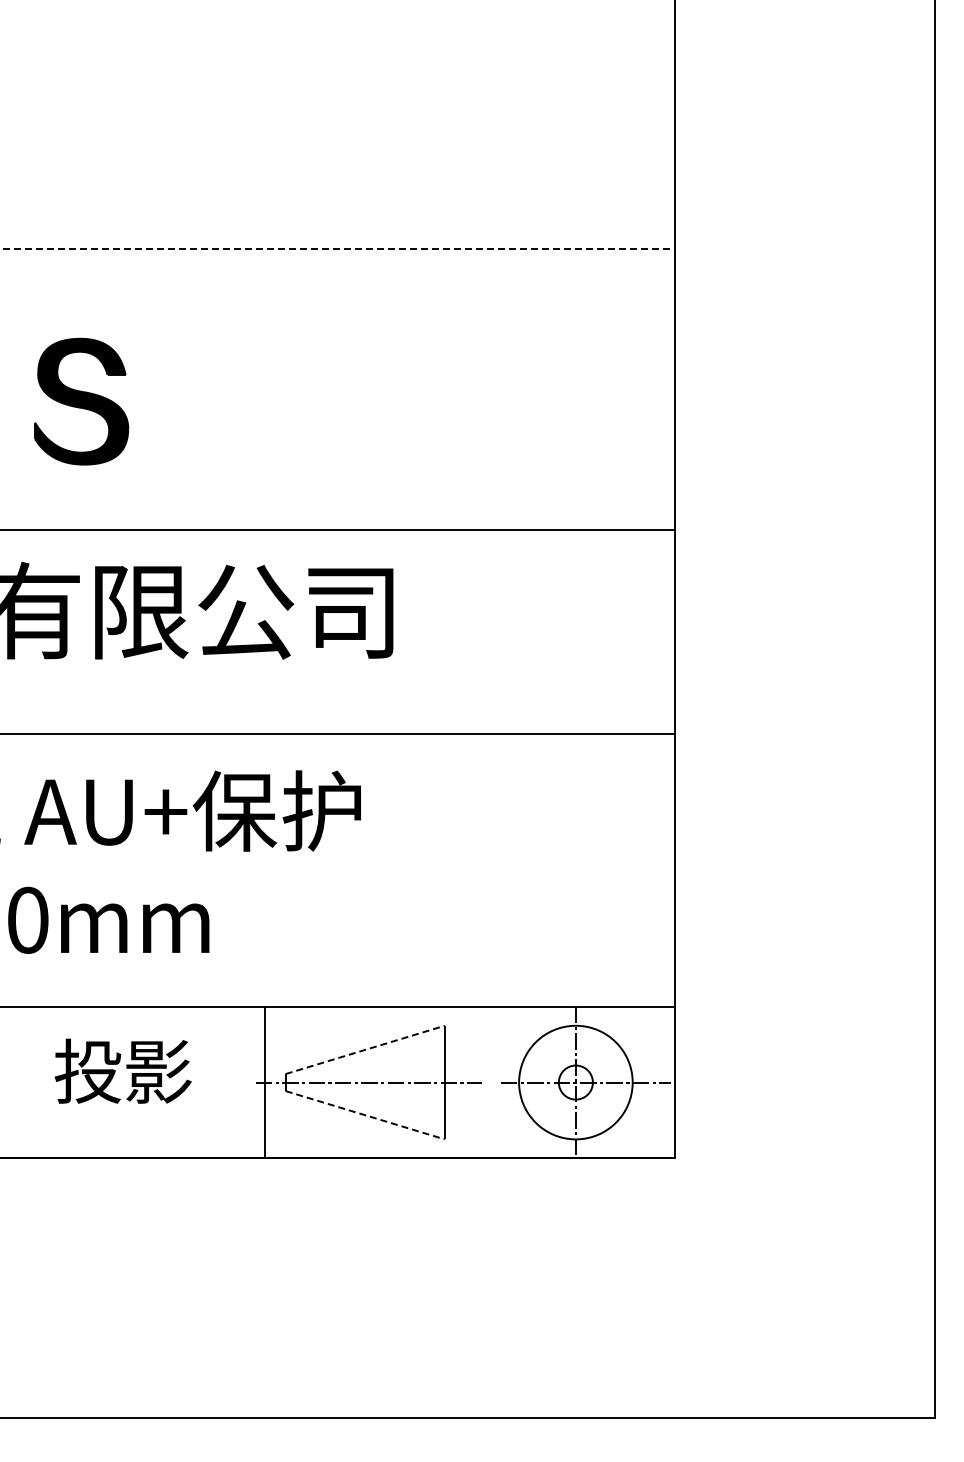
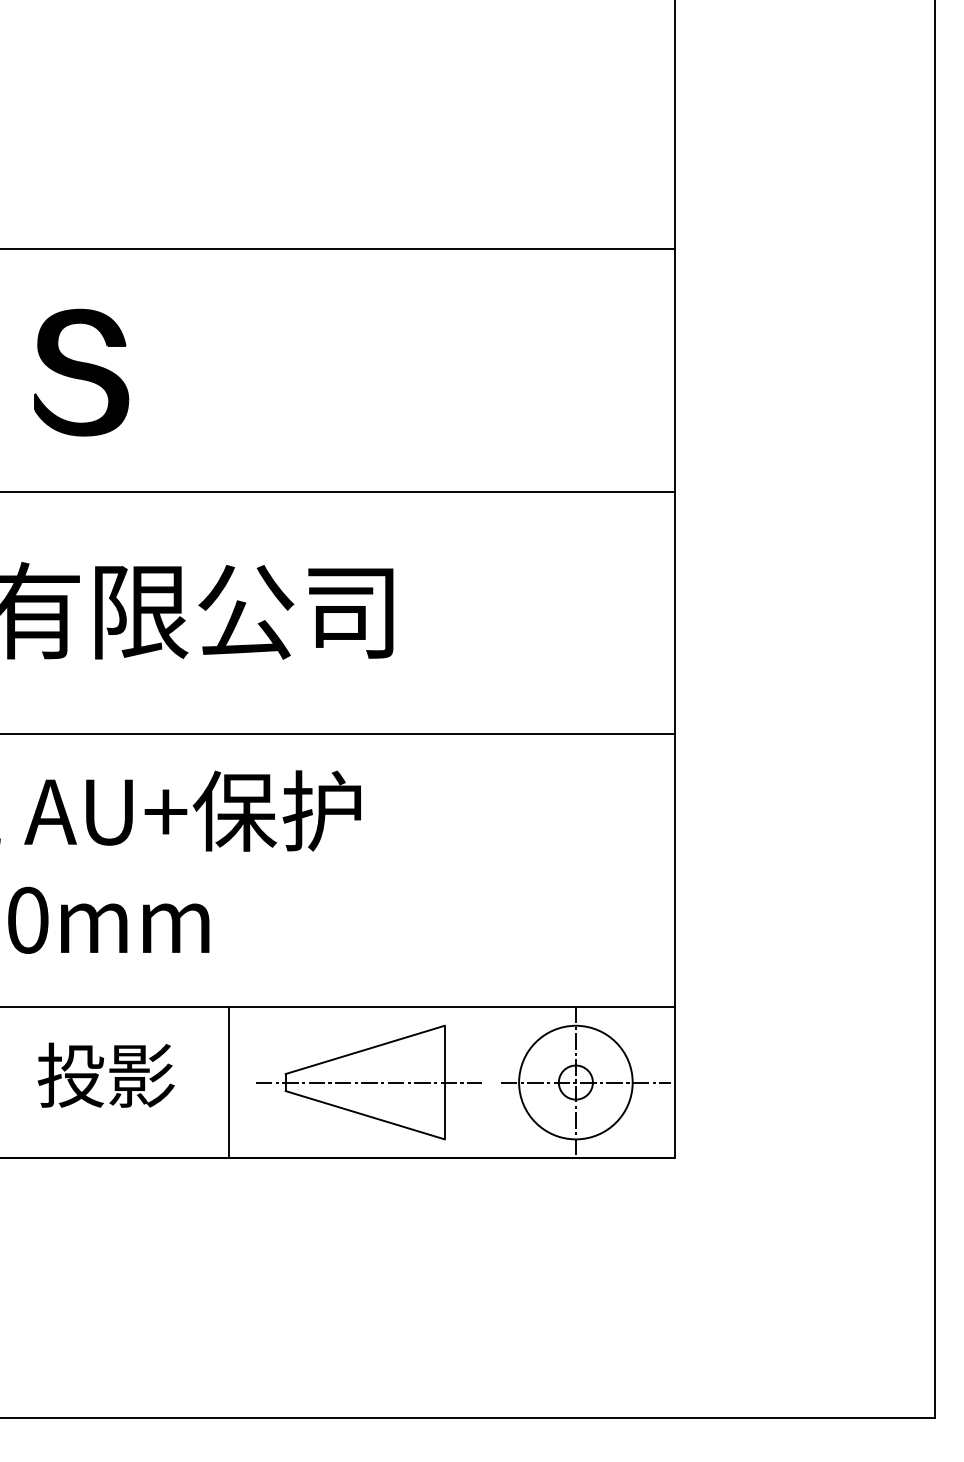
line at (338, 249): dashed -> solid
part at (81, 401) position: (81, 401) -> (81, 372)
line at (338, 529) position: (338, 529) -> (338, 491)
line at (365, 1049): dashed -> solid
text at (122, 1070) position: (122, 1070) -> (105, 1074)
line at (264, 1082) position: (264, 1082) -> (228, 1082)
line at (365, 1115): dashed -> solid
